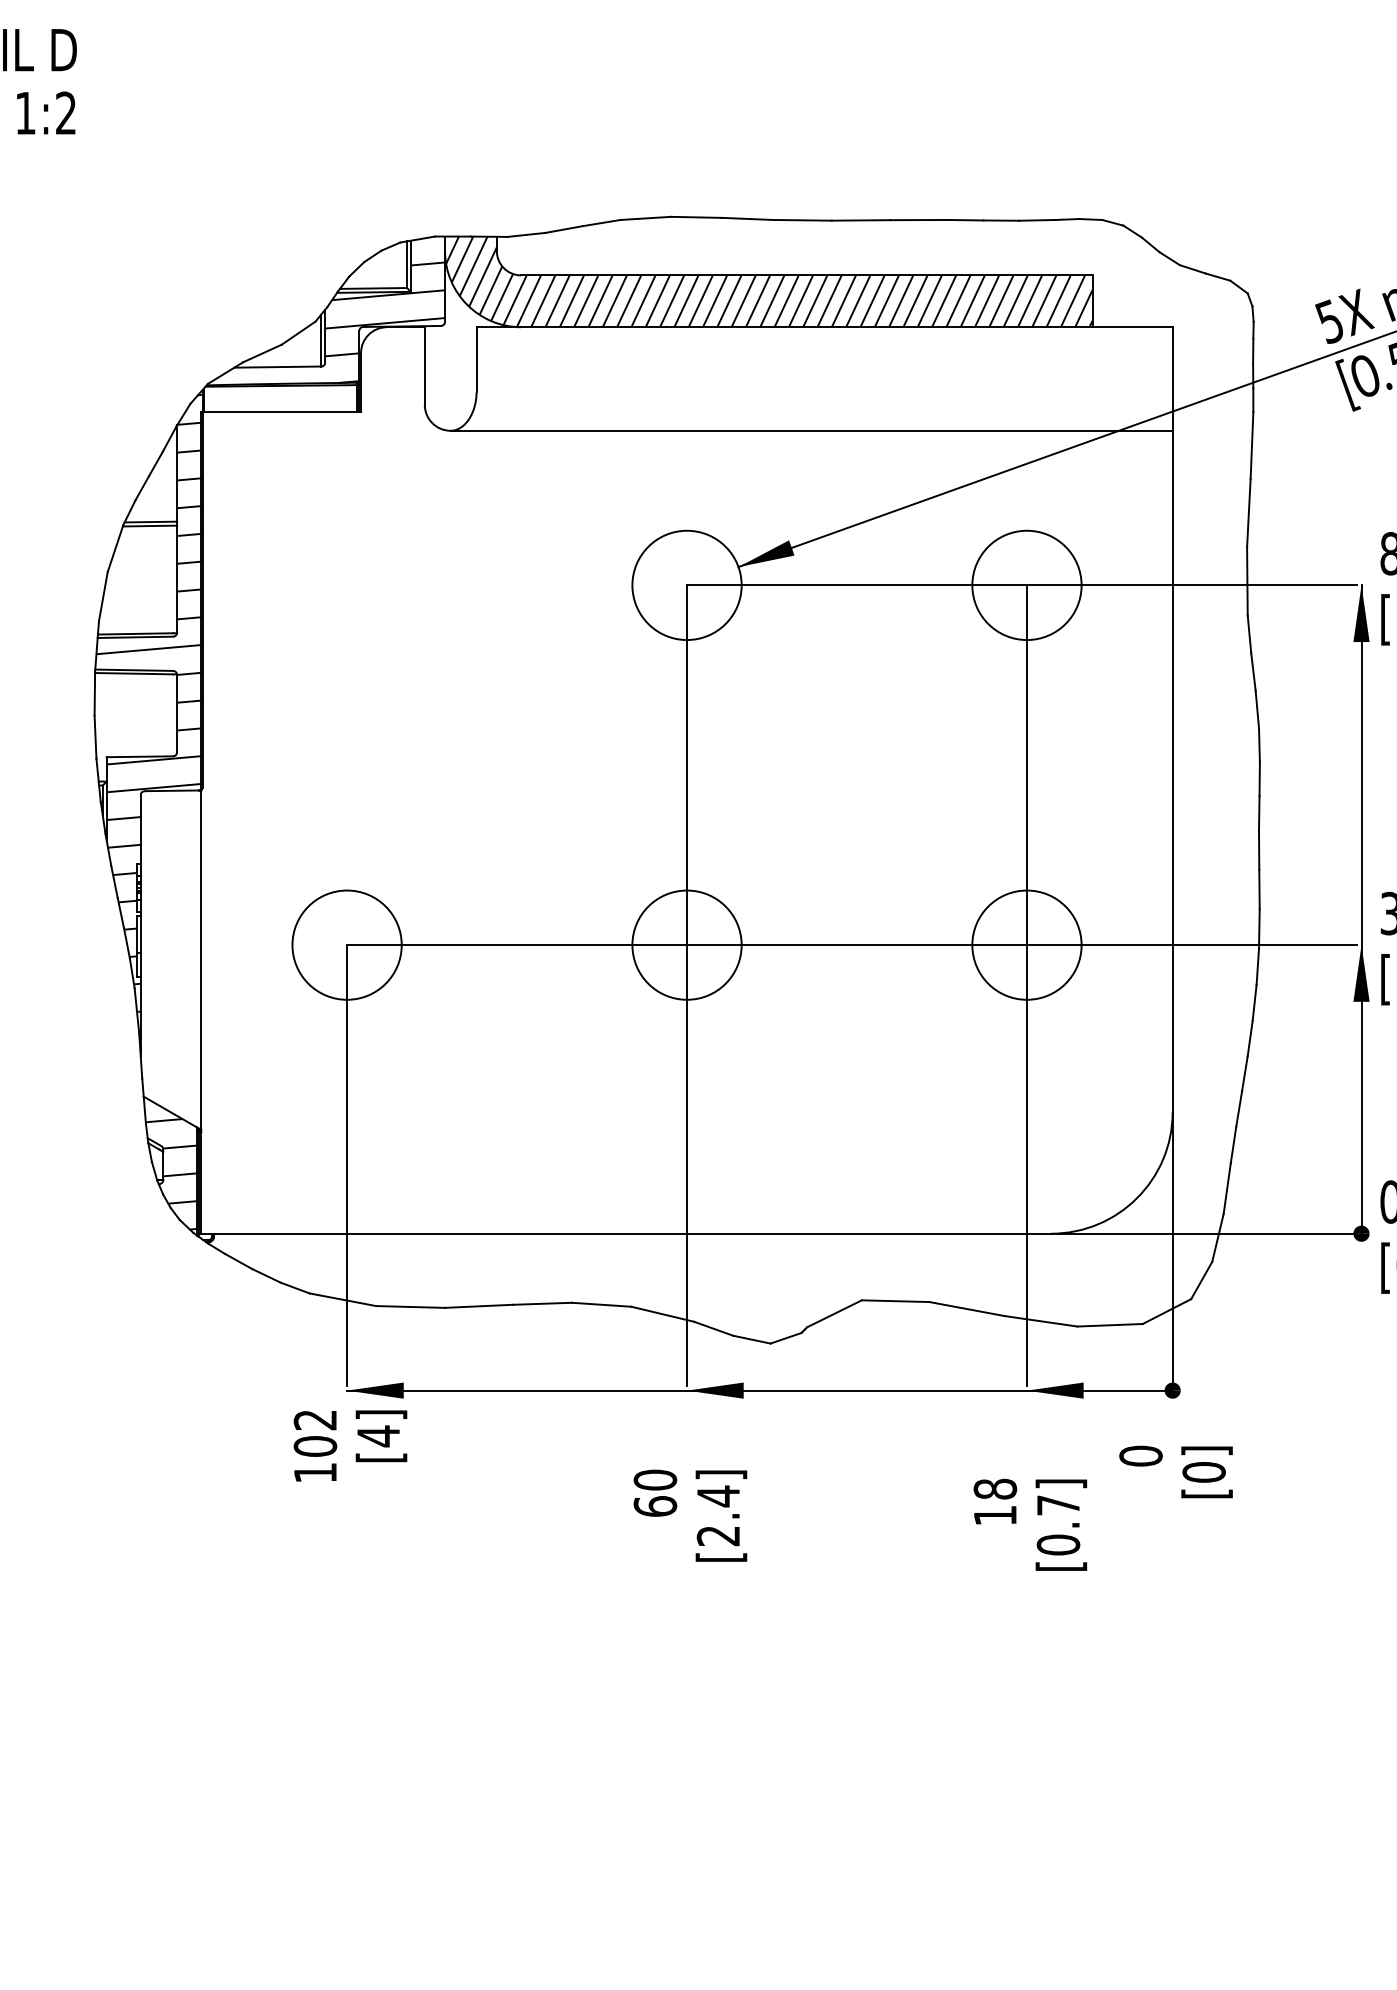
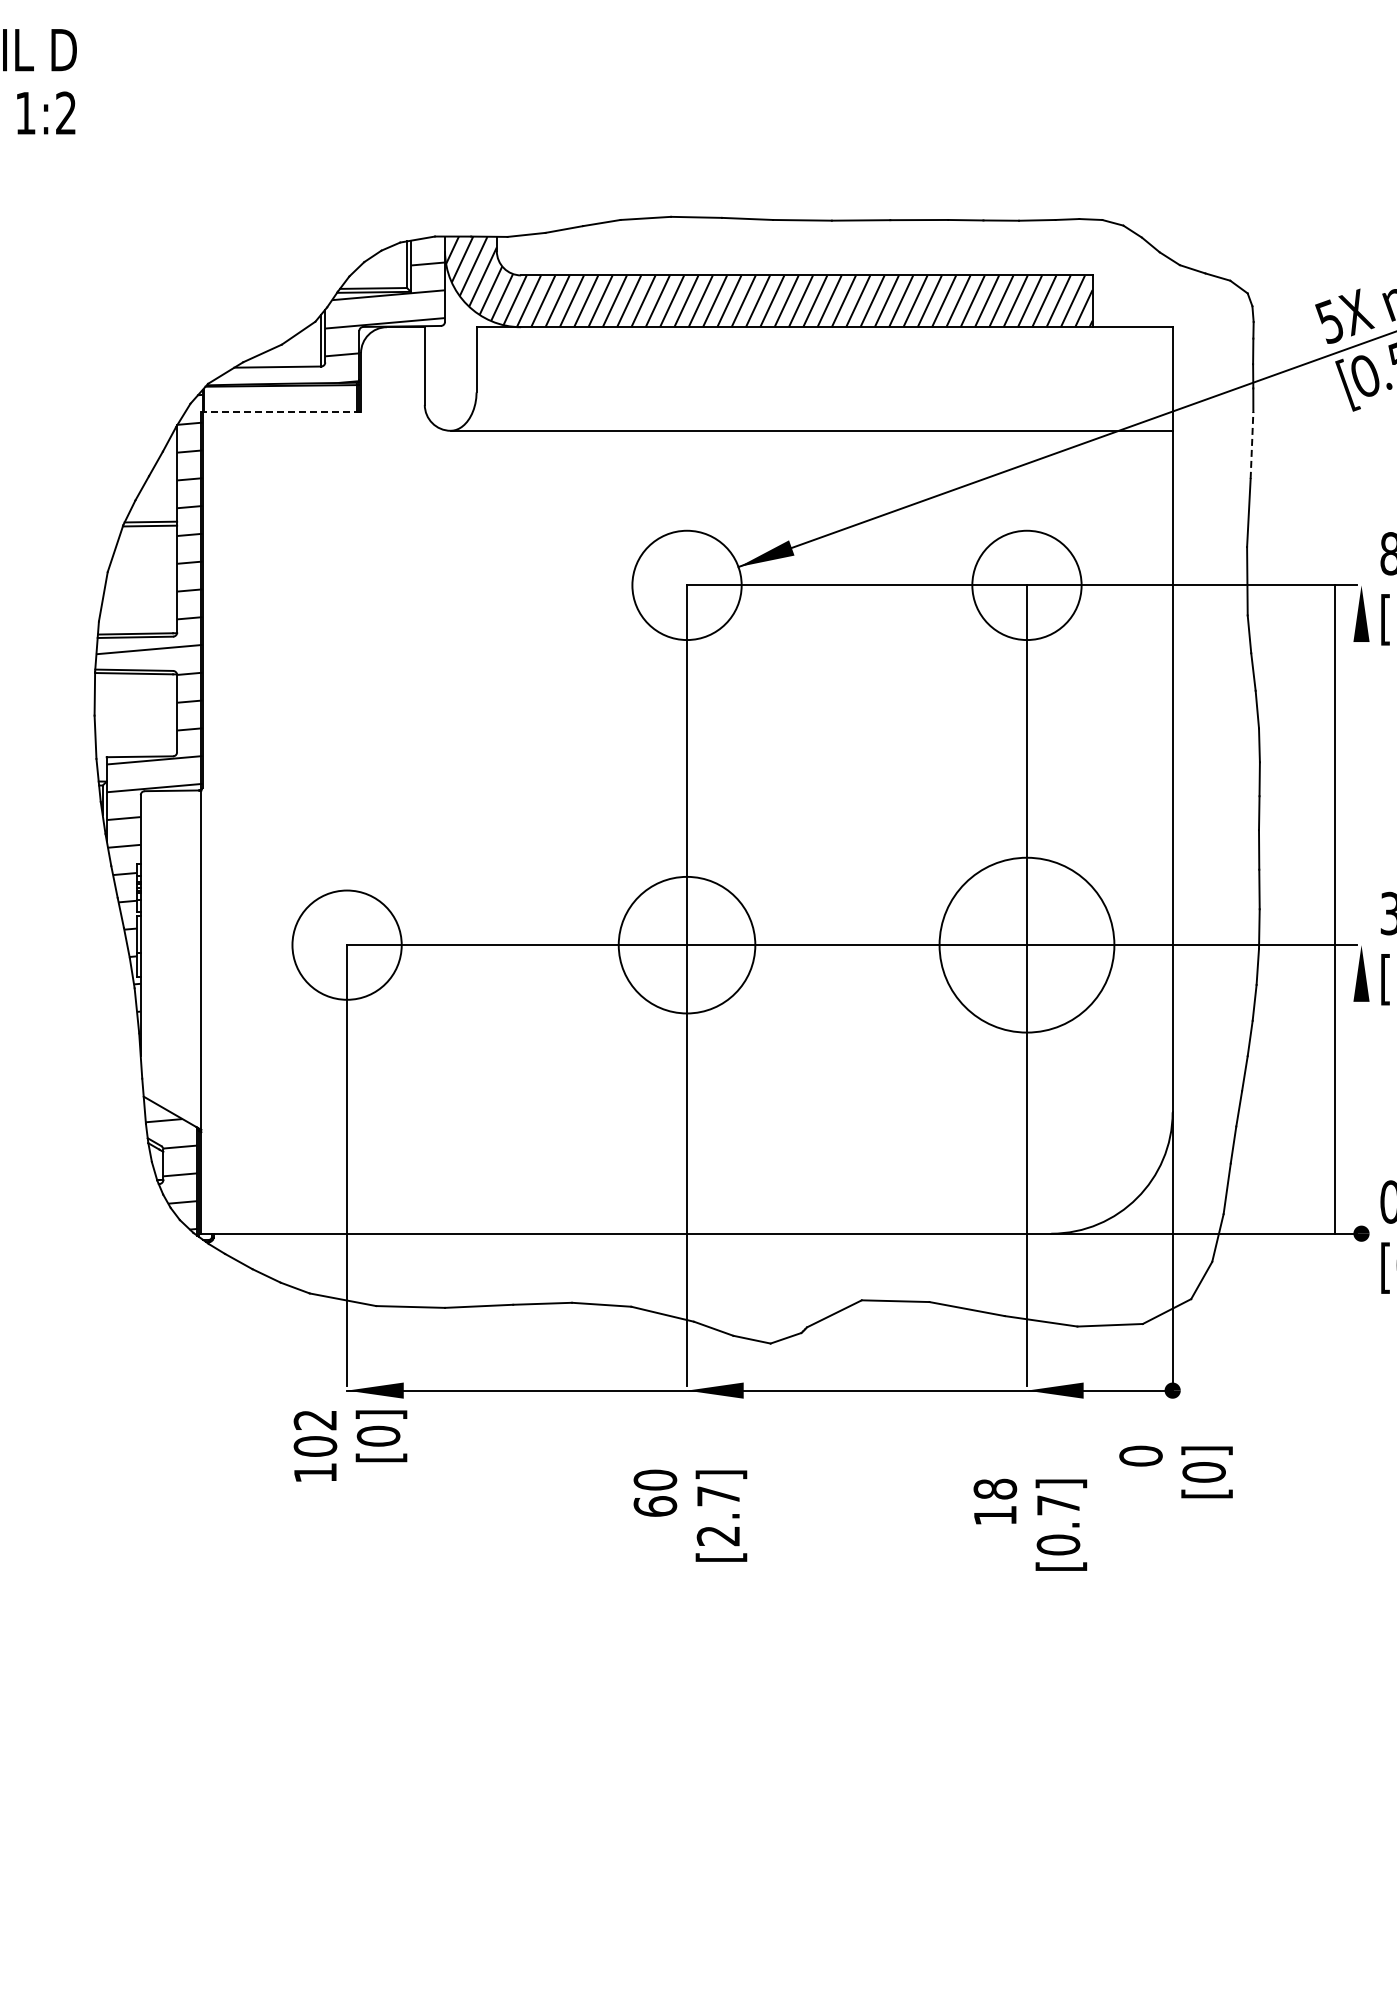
line at (281, 411): solid -> dashed
line at (1252, 444): solid -> dashed
line at (1361, 909) position: (1361, 909) -> (1334, 909)
circle at (686, 944) diameter: 109 px -> 137 px
circle at (1026, 944) diameter: 109 px -> 175 px
text at (378, 1436): [4] -> [0]
text at (718, 1496): [2.4] -> [2.7]
